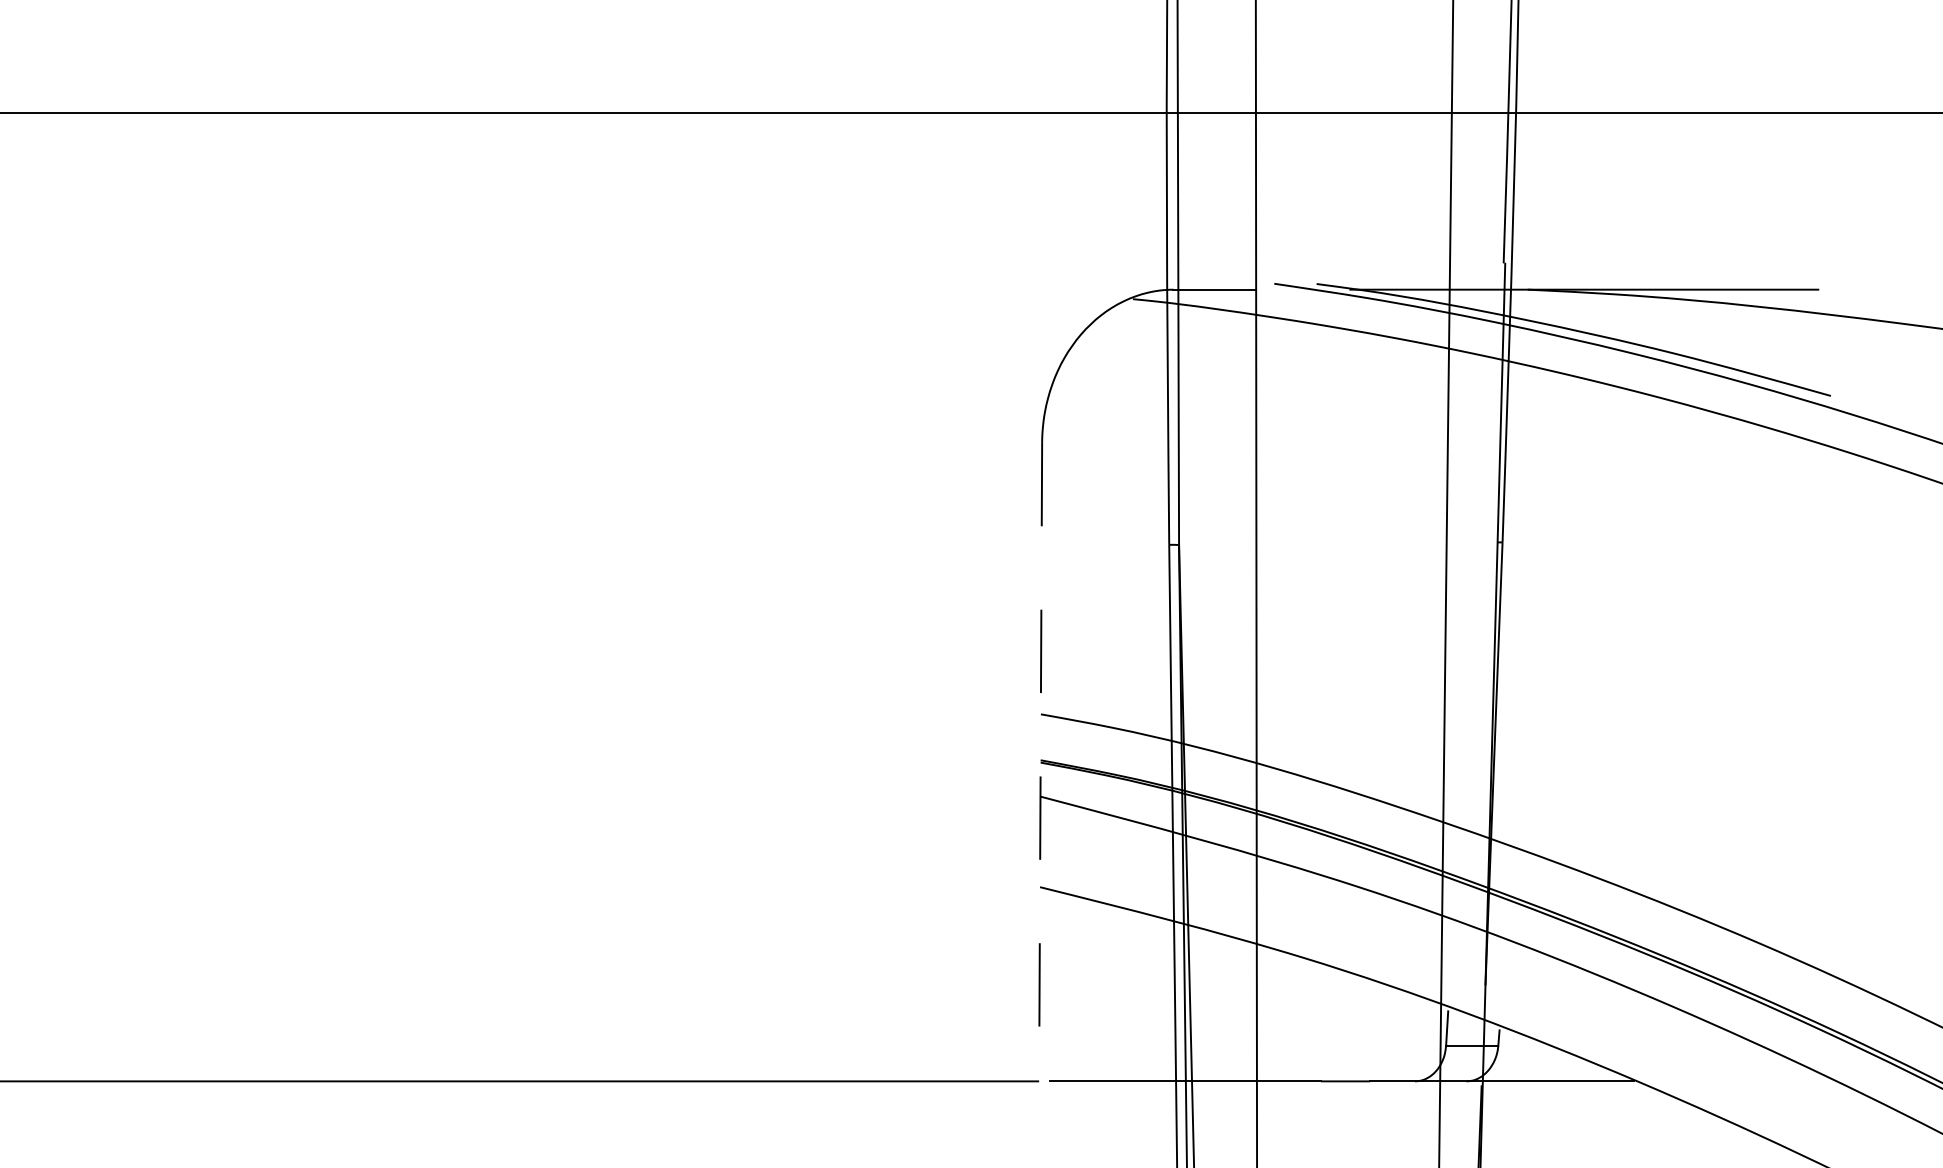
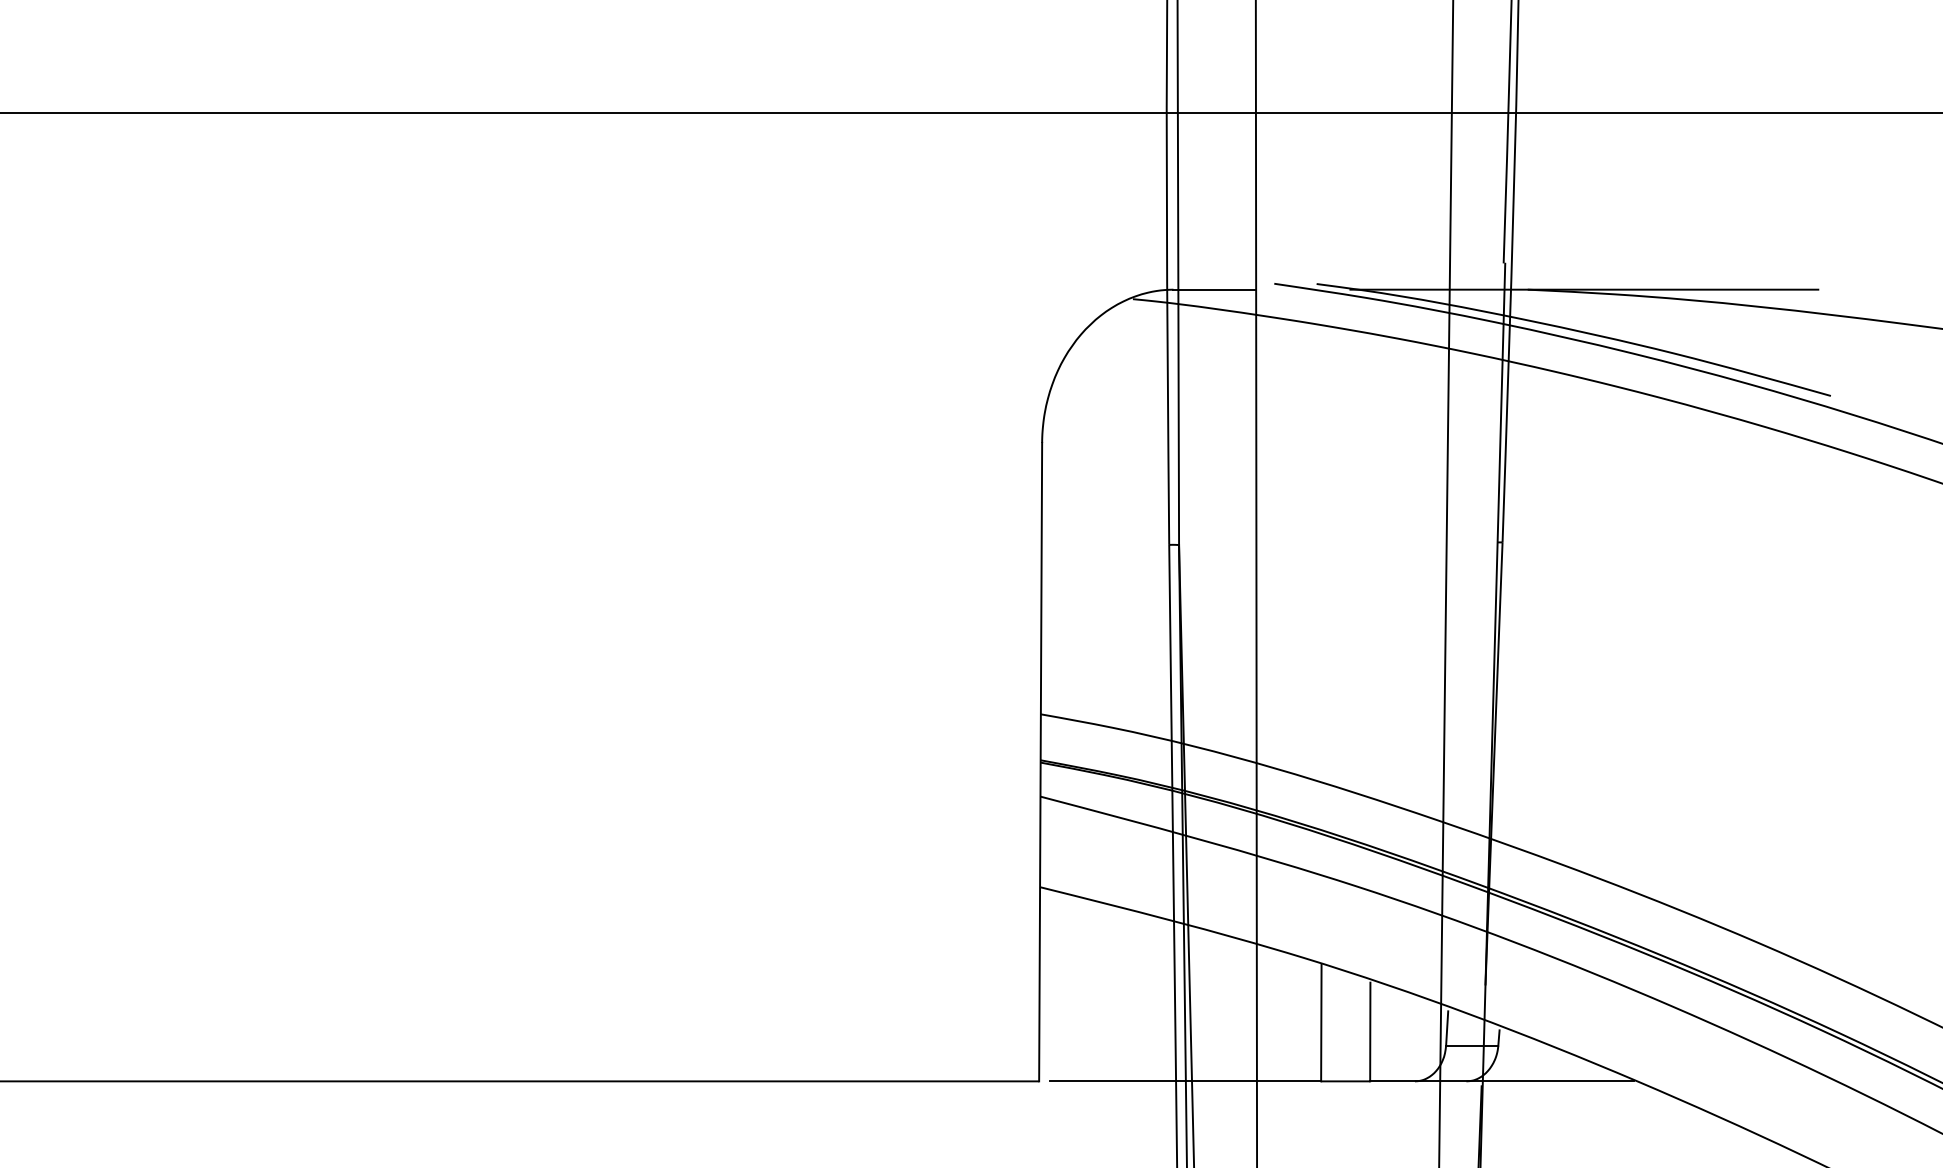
line at (1040, 762): dashed -> solid
line at (1321, 1022): none -> present
line at (1370, 1031): none -> present
